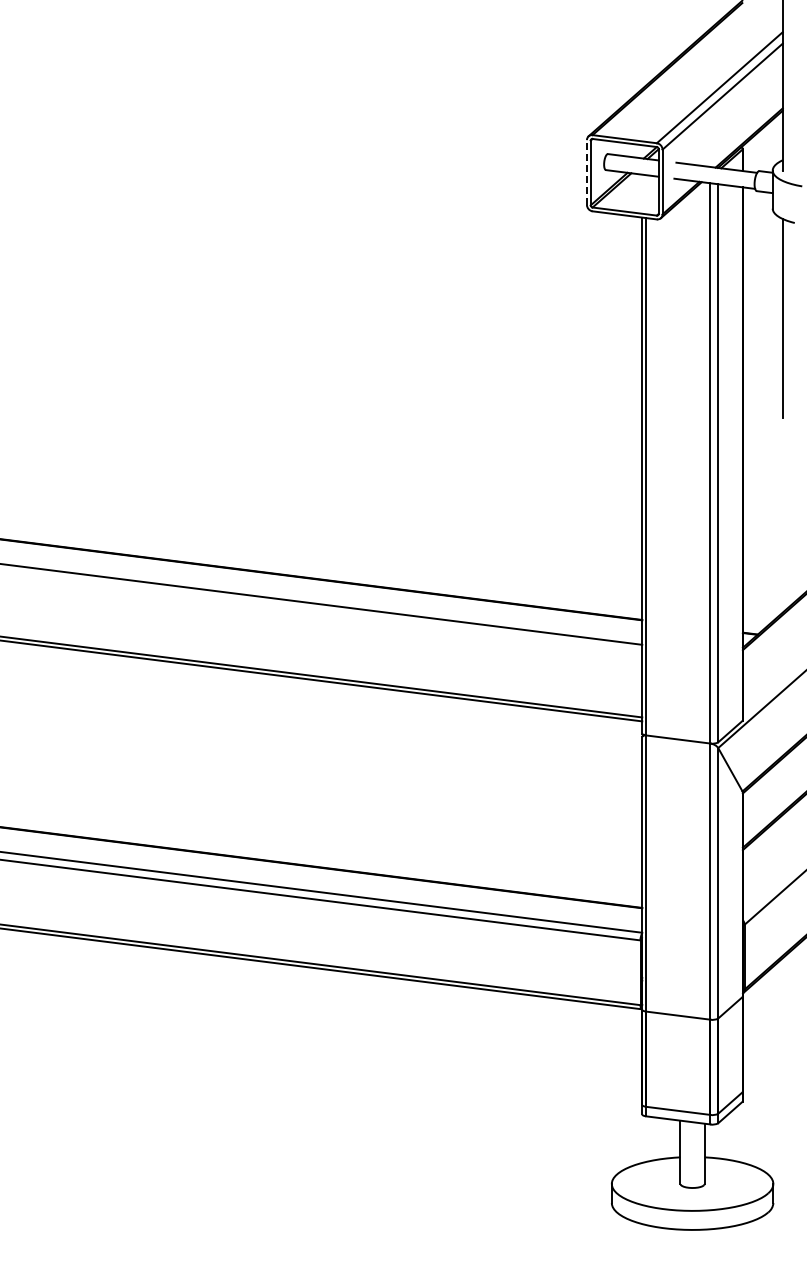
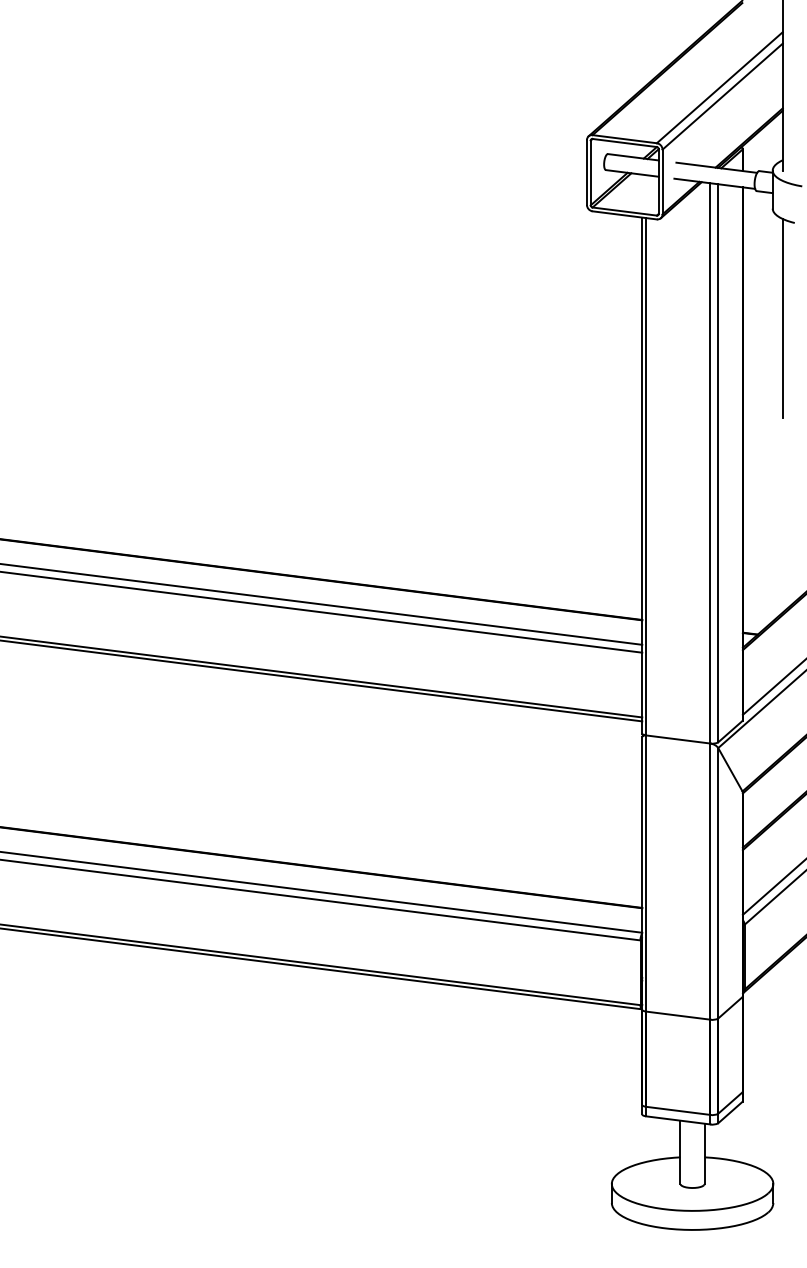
line at (586, 172): dashed -> solid
line at (322, 612): none -> present
line at (772, 687): none -> present
line at (772, 887): none -> present
